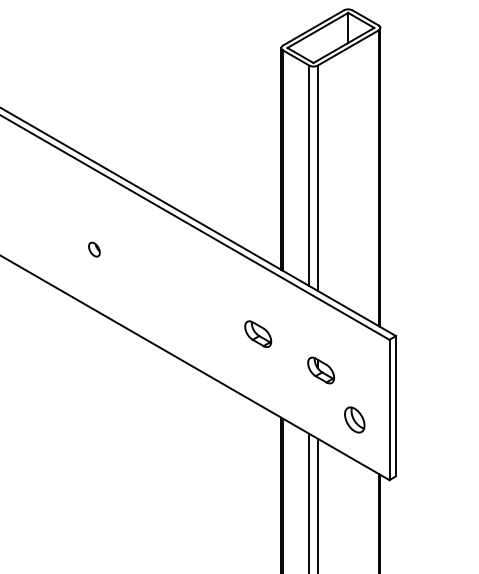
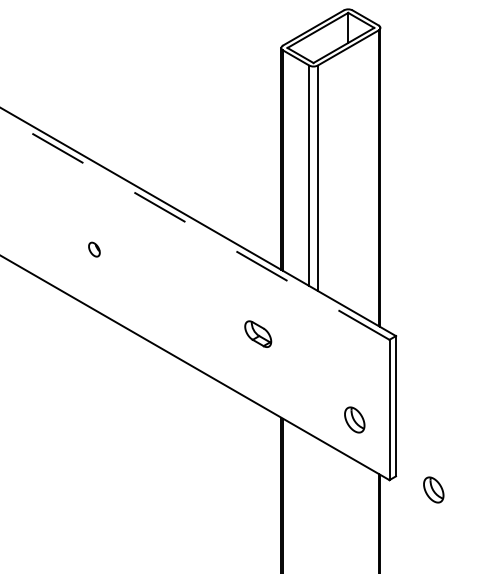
line at (194, 227): solid -> dashed
part at (320, 370): present -> none
part at (433, 489): none -> present
line at (309, 501): present -> none
line at (317, 504): present -> none
